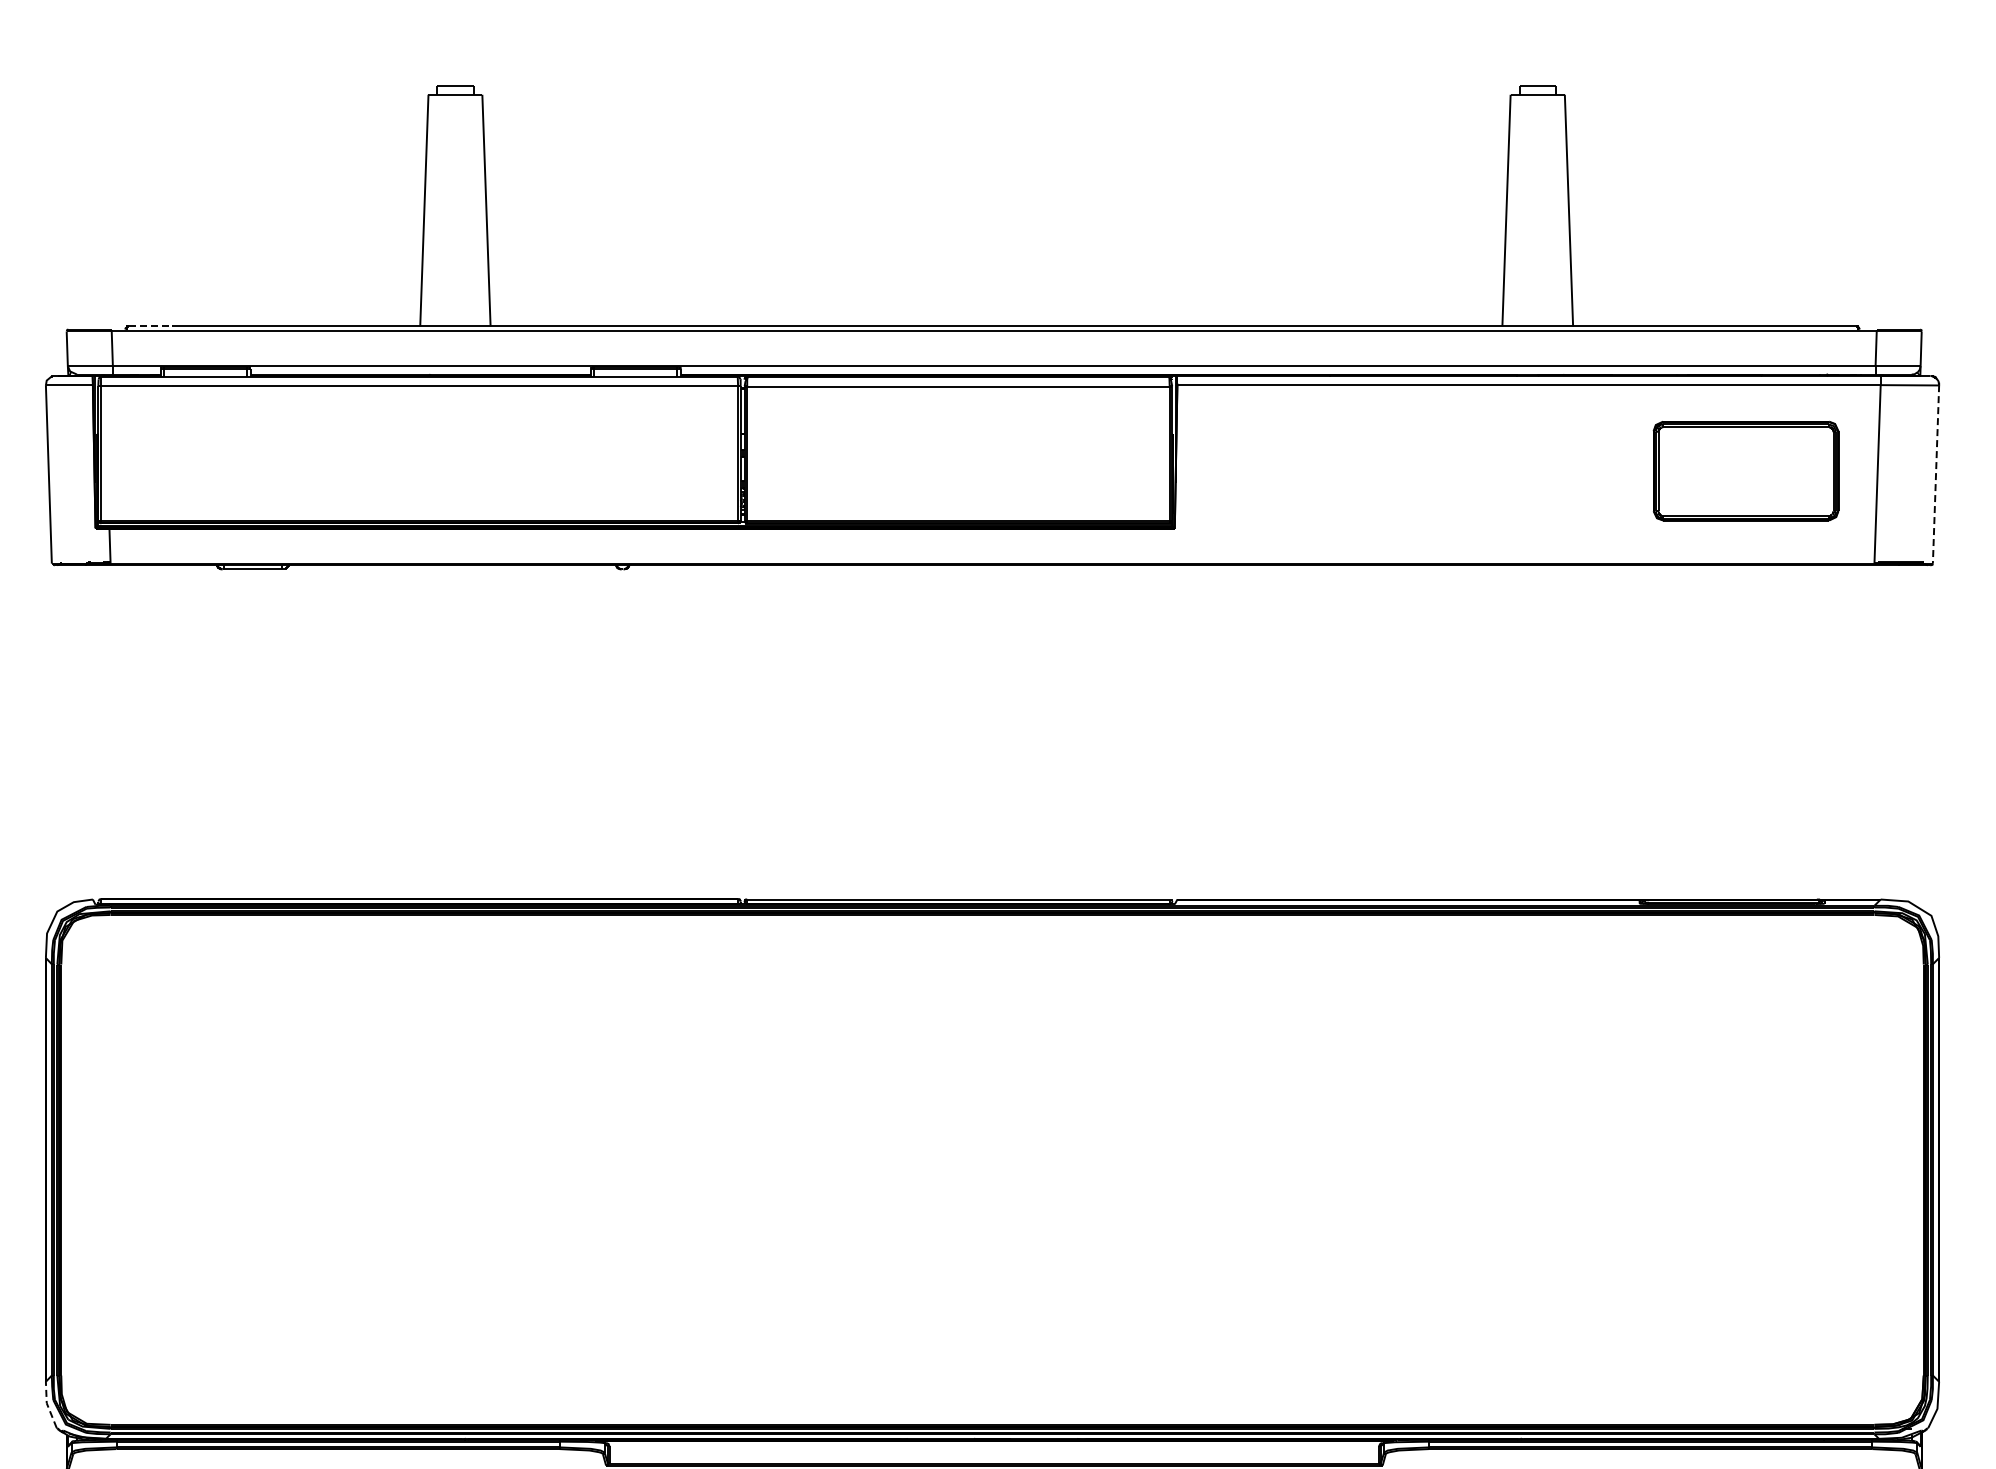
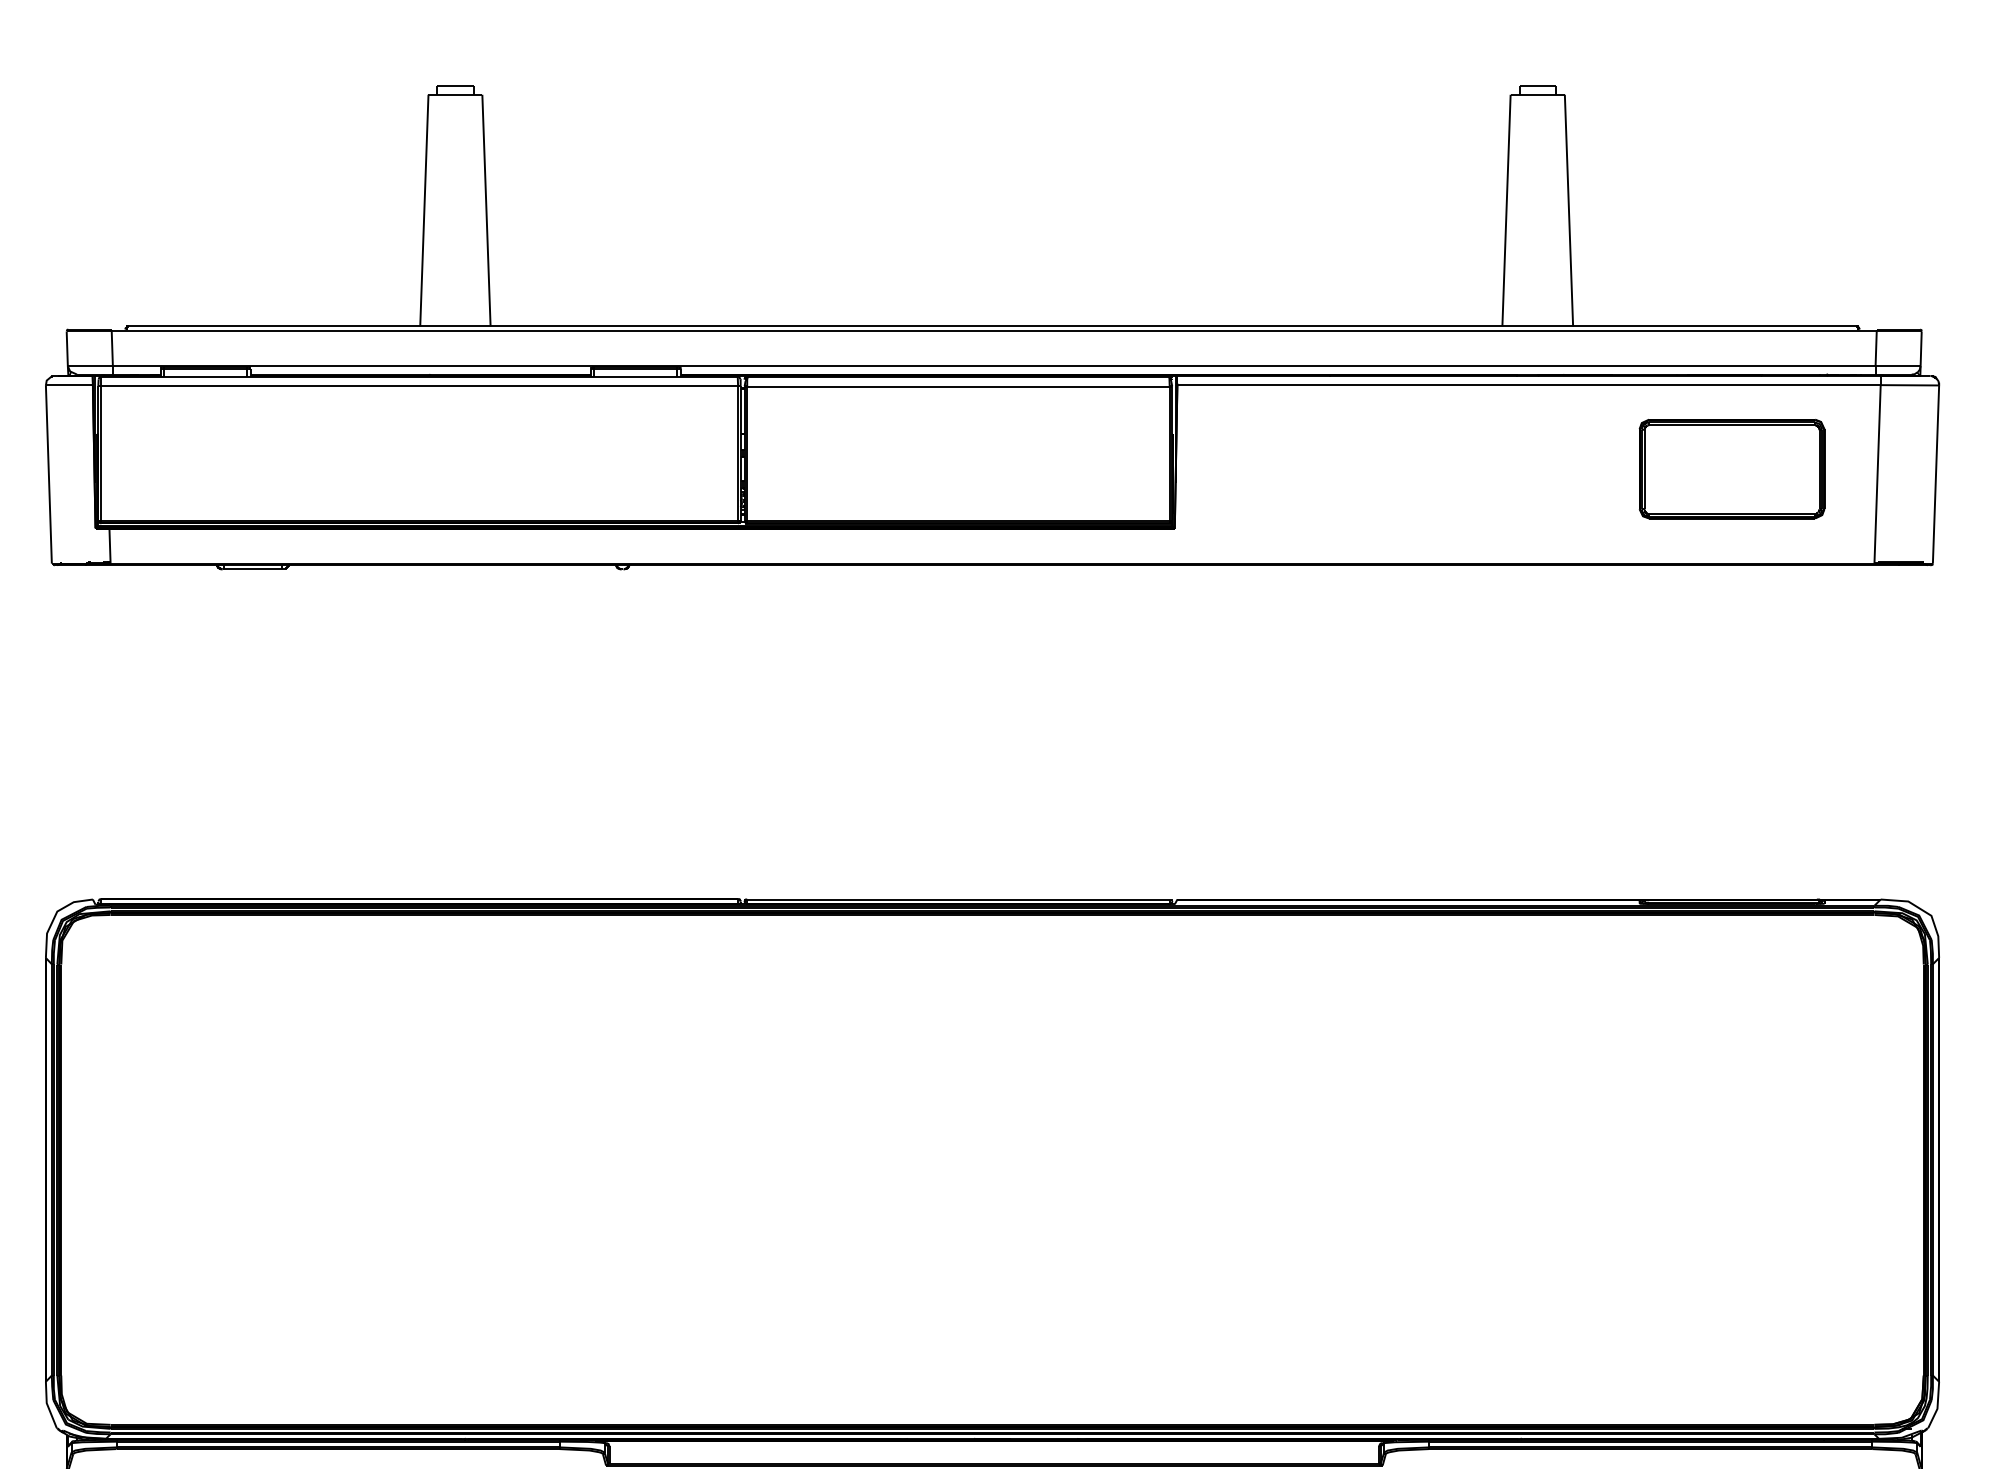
line at (150, 326): dashed -> solid
part at (1745, 471) position: (1745, 471) -> (1731, 469)
line at (1936, 474): dashed -> solid
line at (47, 1405): dashed -> solid
